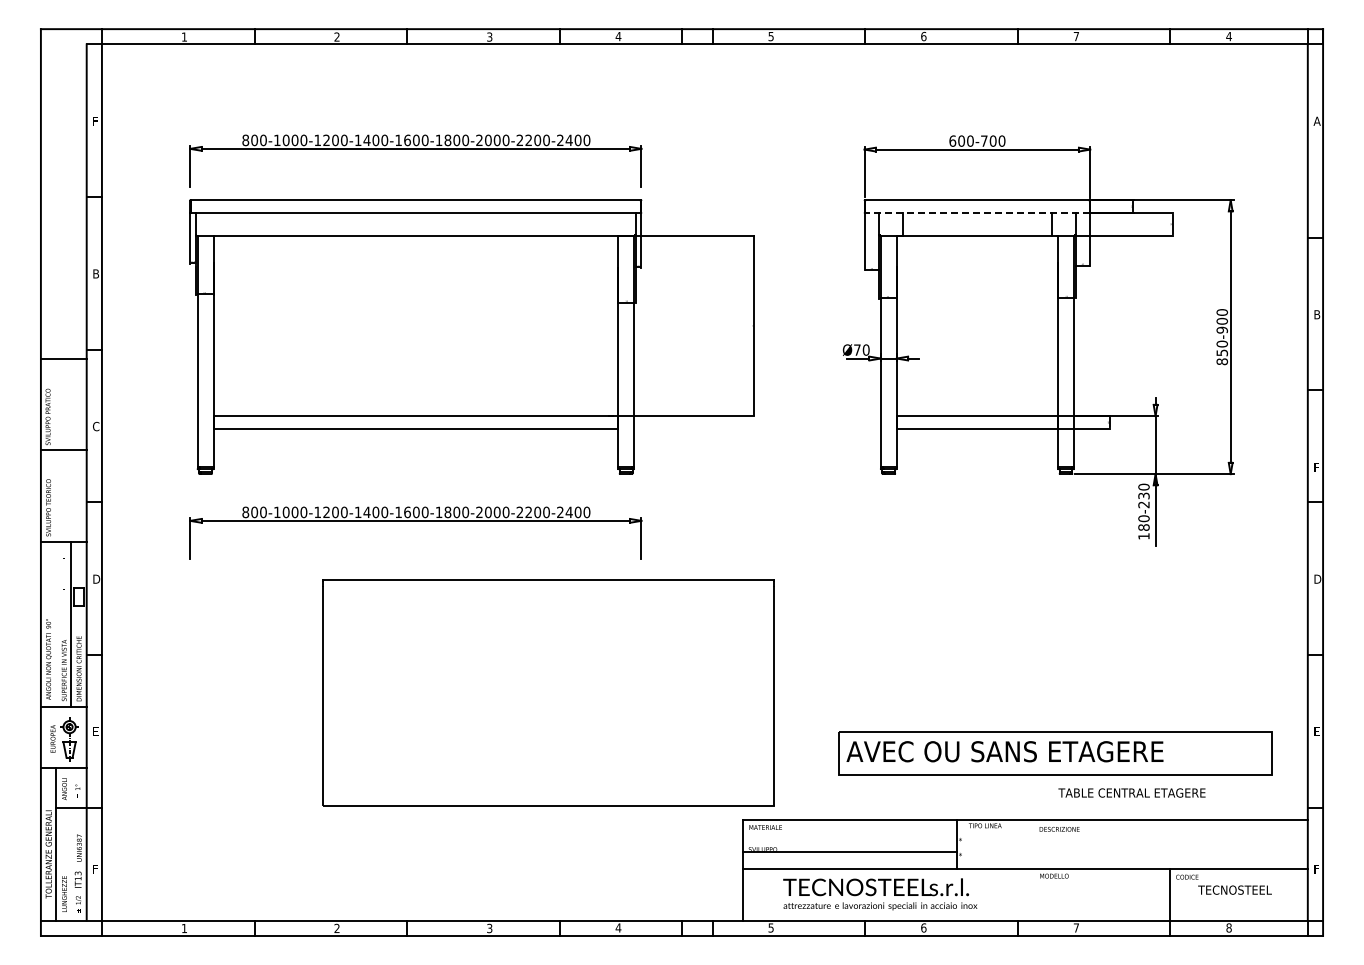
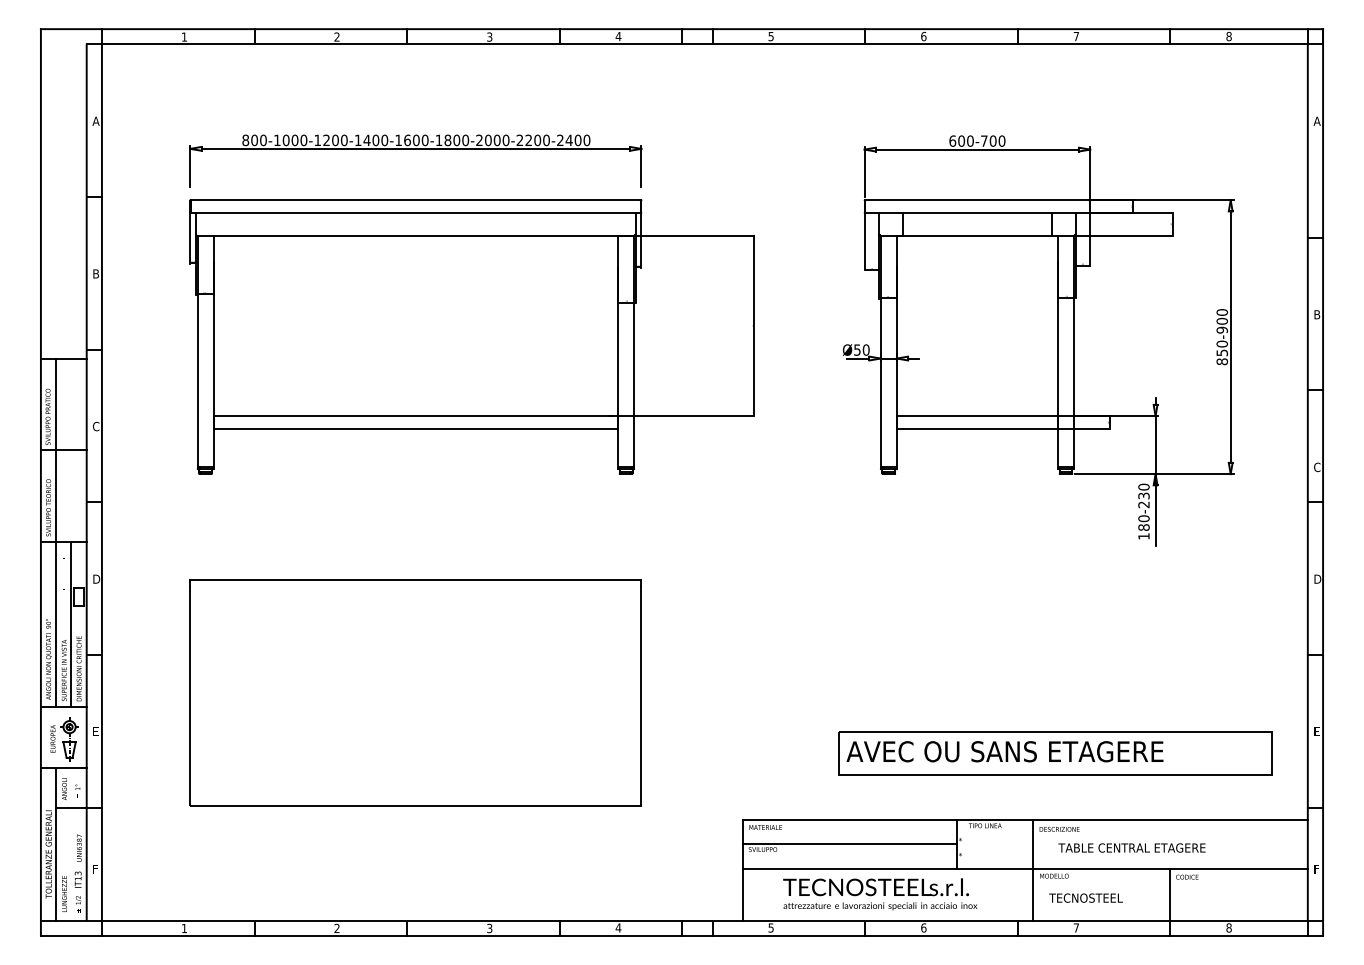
text at (1228, 36): 4 -> 8
text at (95, 120): F -> A
line at (976, 213): dashed -> solid
text at (857, 349): Ø70 -> Ø50
text at (1317, 467): F -> C
part at (415, 521): present -> none
line at (56, 532): none -> present
part at (548, 692) position: (548, 692) -> (415, 692)
text at (1131, 792) position: (1131, 792) -> (1131, 847)
line at (849, 852) position: (849, 852) -> (849, 844)
line at (1033, 869): none -> present
text at (1234, 889) position: (1234, 889) -> (1085, 897)
